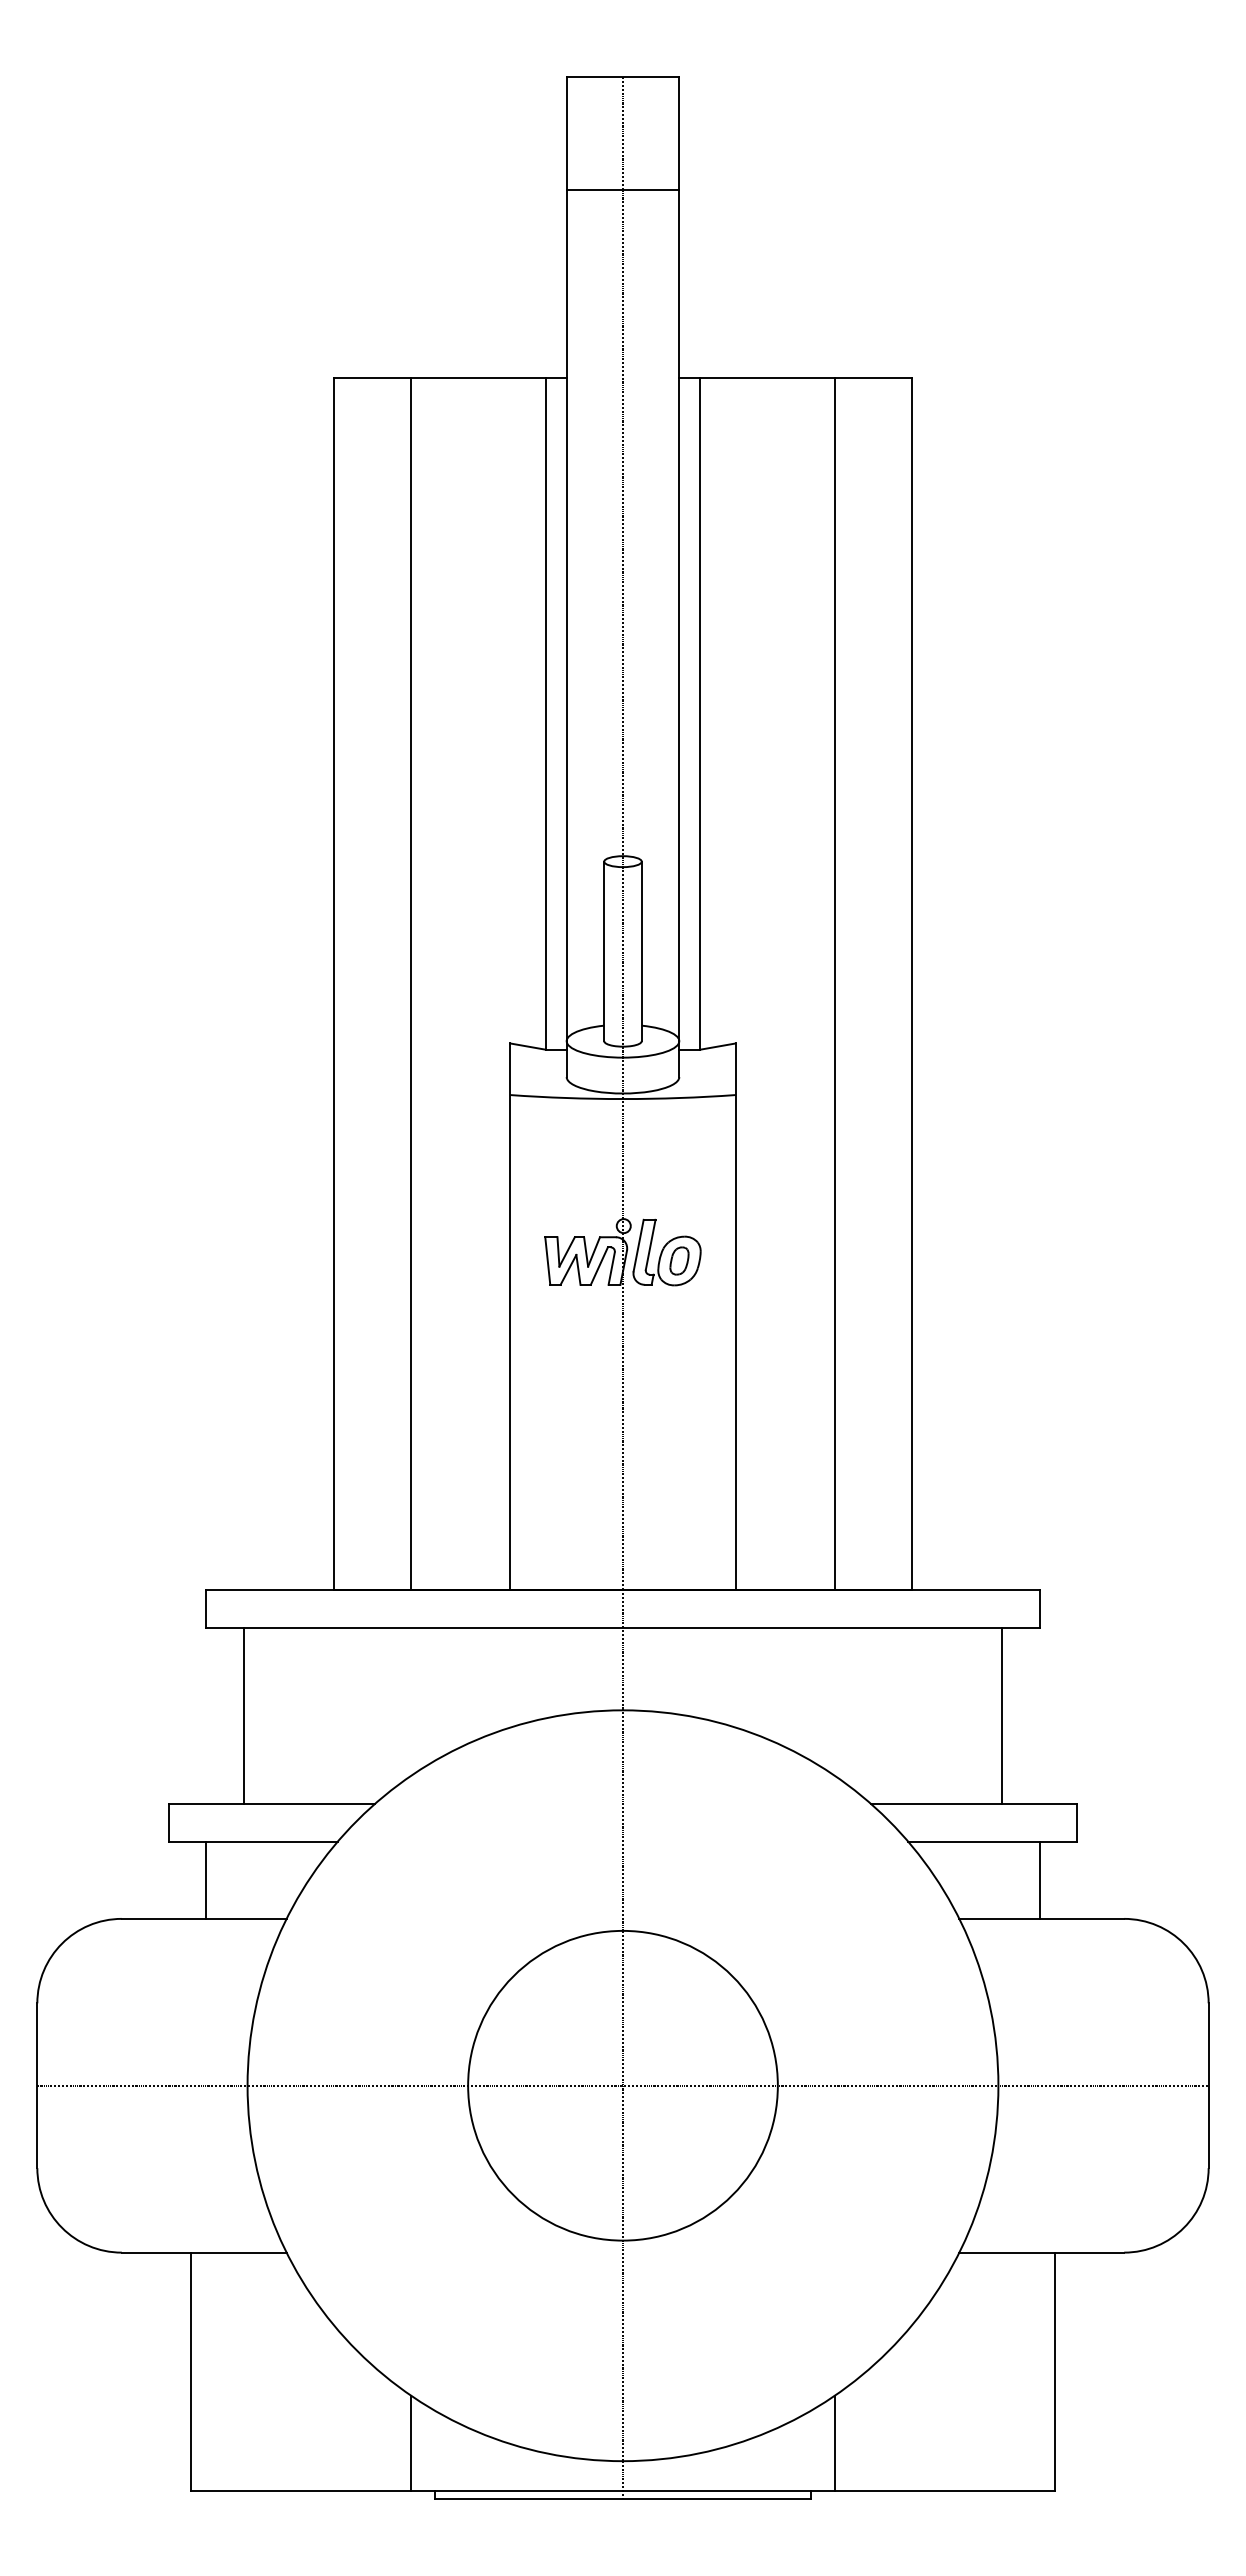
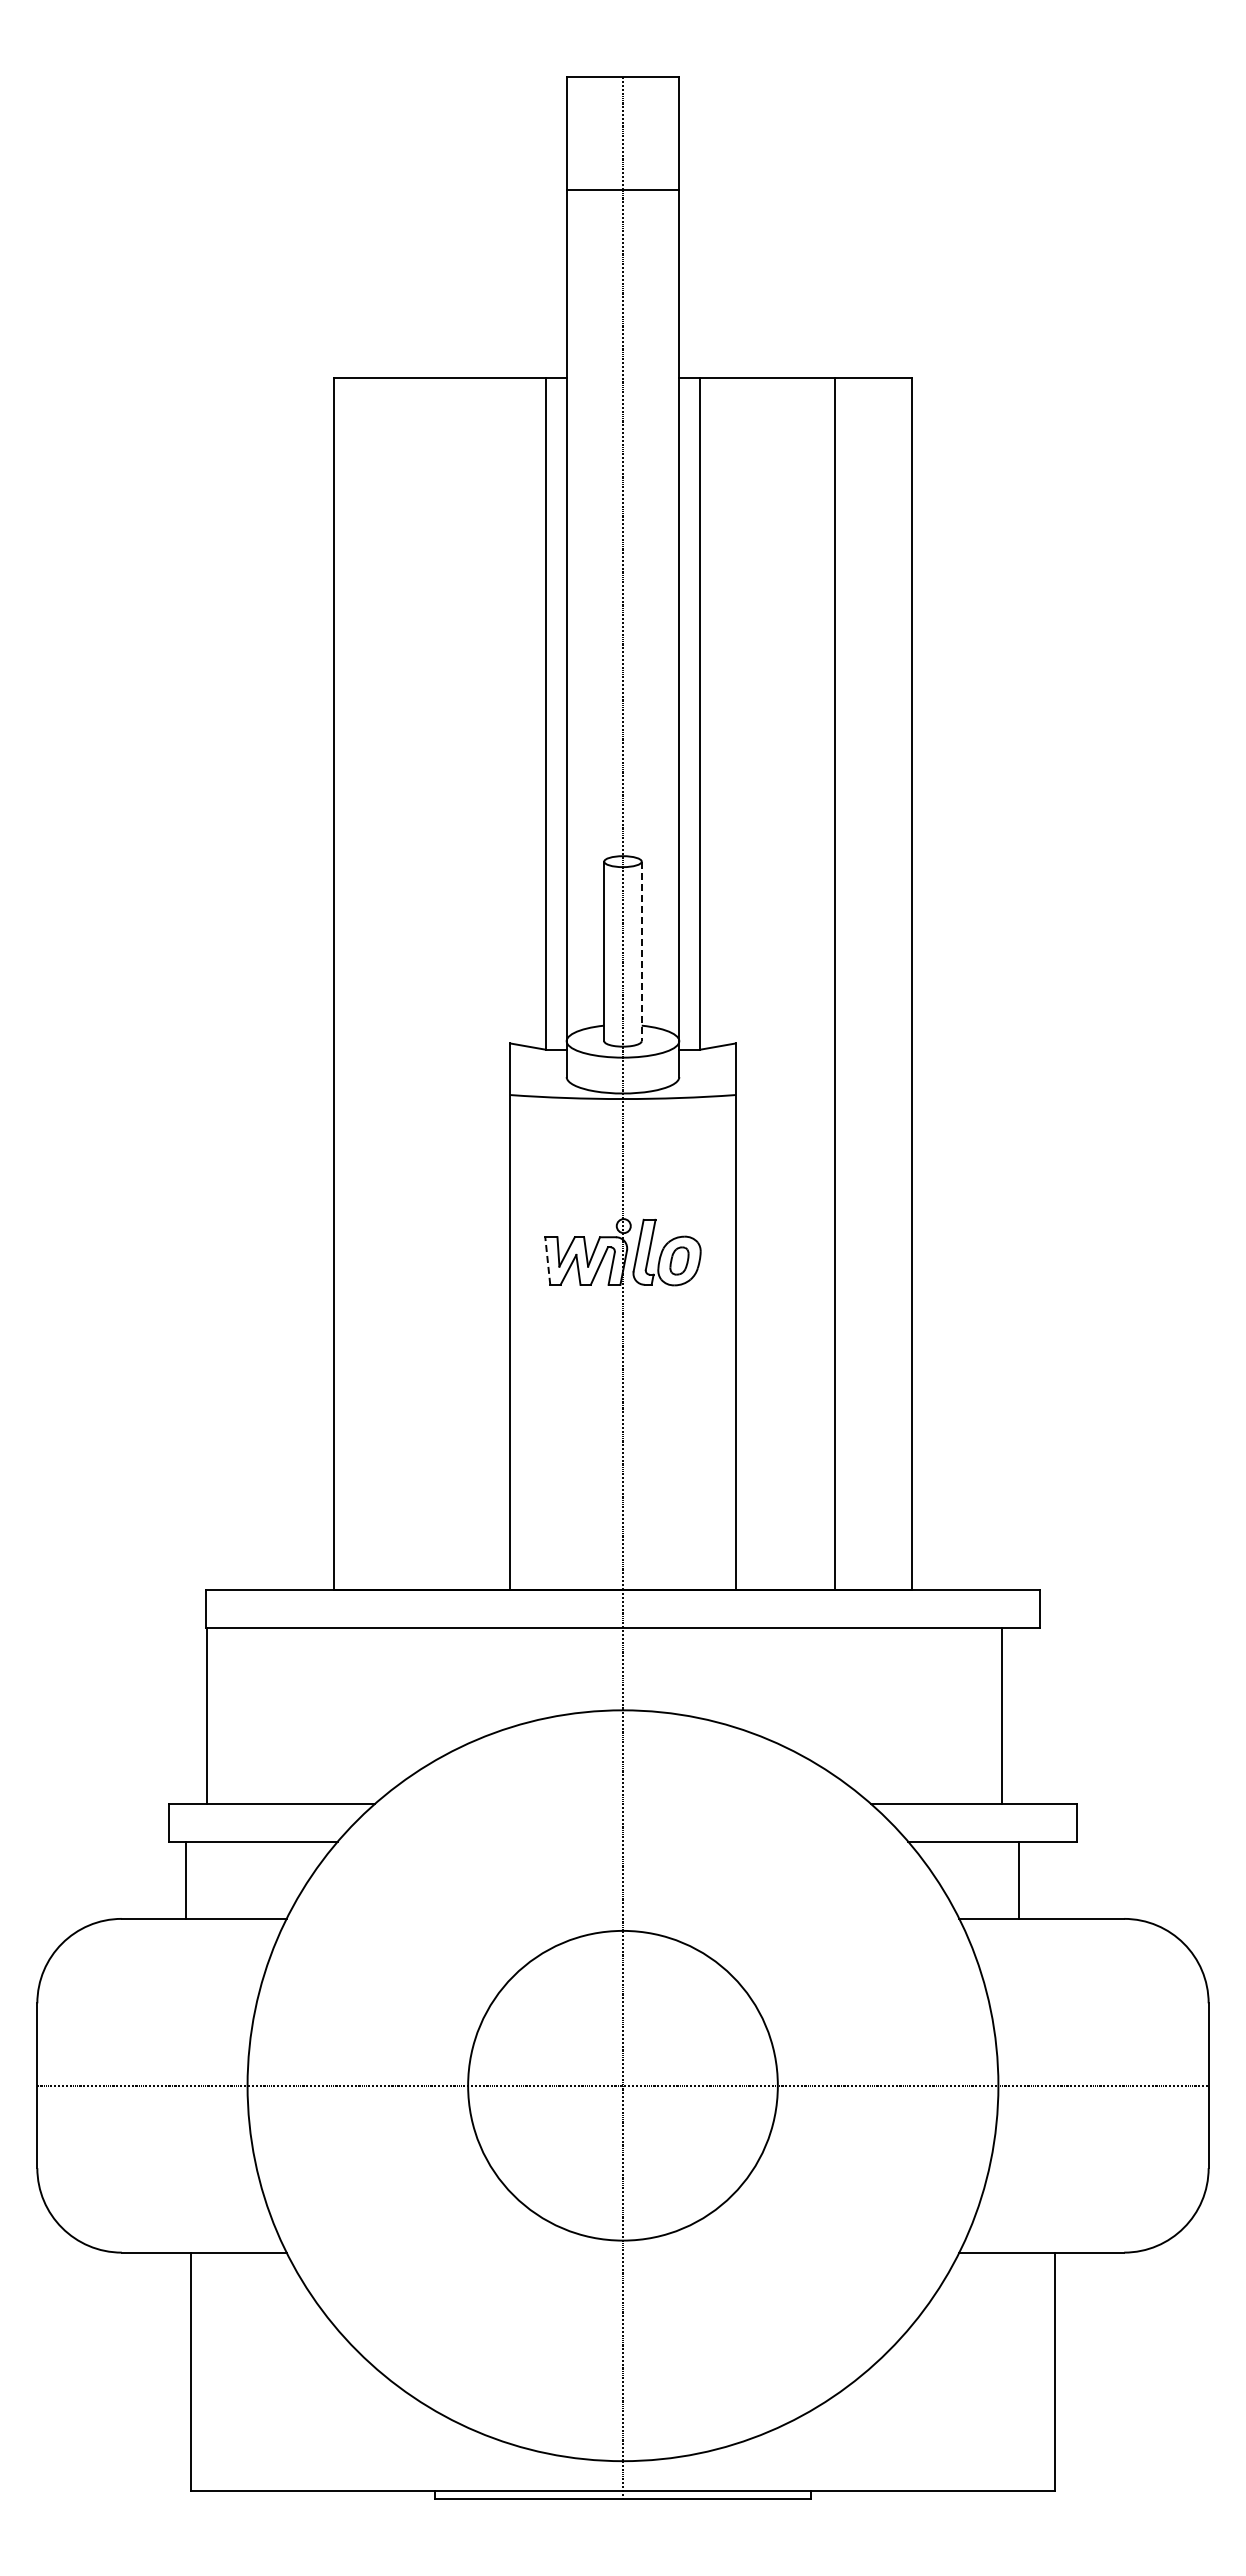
line at (641, 951): solid -> dashed
line at (411, 983): present -> none
line at (547, 1261): solid -> dashed
line at (243, 1715) position: (243, 1715) -> (206, 1715)
line at (206, 1879) position: (206, 1879) -> (186, 1879)
line at (1039, 1879) position: (1039, 1879) -> (1018, 1879)
line at (411, 2443): present -> none
line at (834, 2443): present -> none
